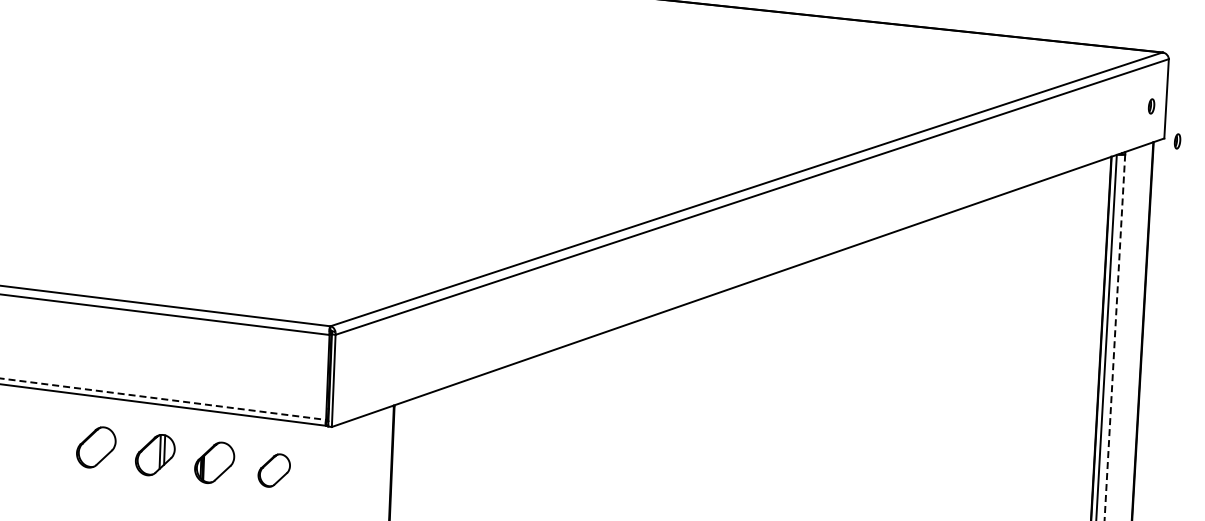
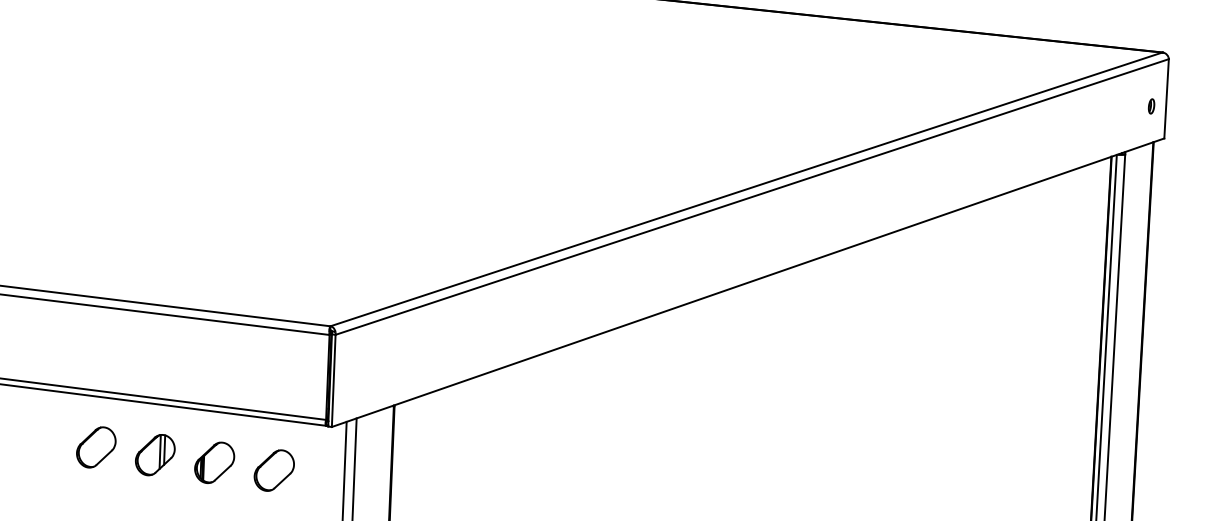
part at (1177, 141): present -> none
line at (1114, 338): dashed -> solid
line at (163, 399): dashed -> solid
line at (354, 467): none -> present
line at (344, 469): none -> present
part at (273, 470) size: 34x35 px -> 42x43 px
